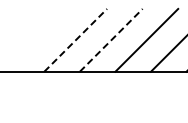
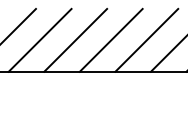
line at (18, 25): none -> present
line at (39, 39): none -> present
line at (76, 40): dashed -> solid
line at (111, 40): dashed -> solid
